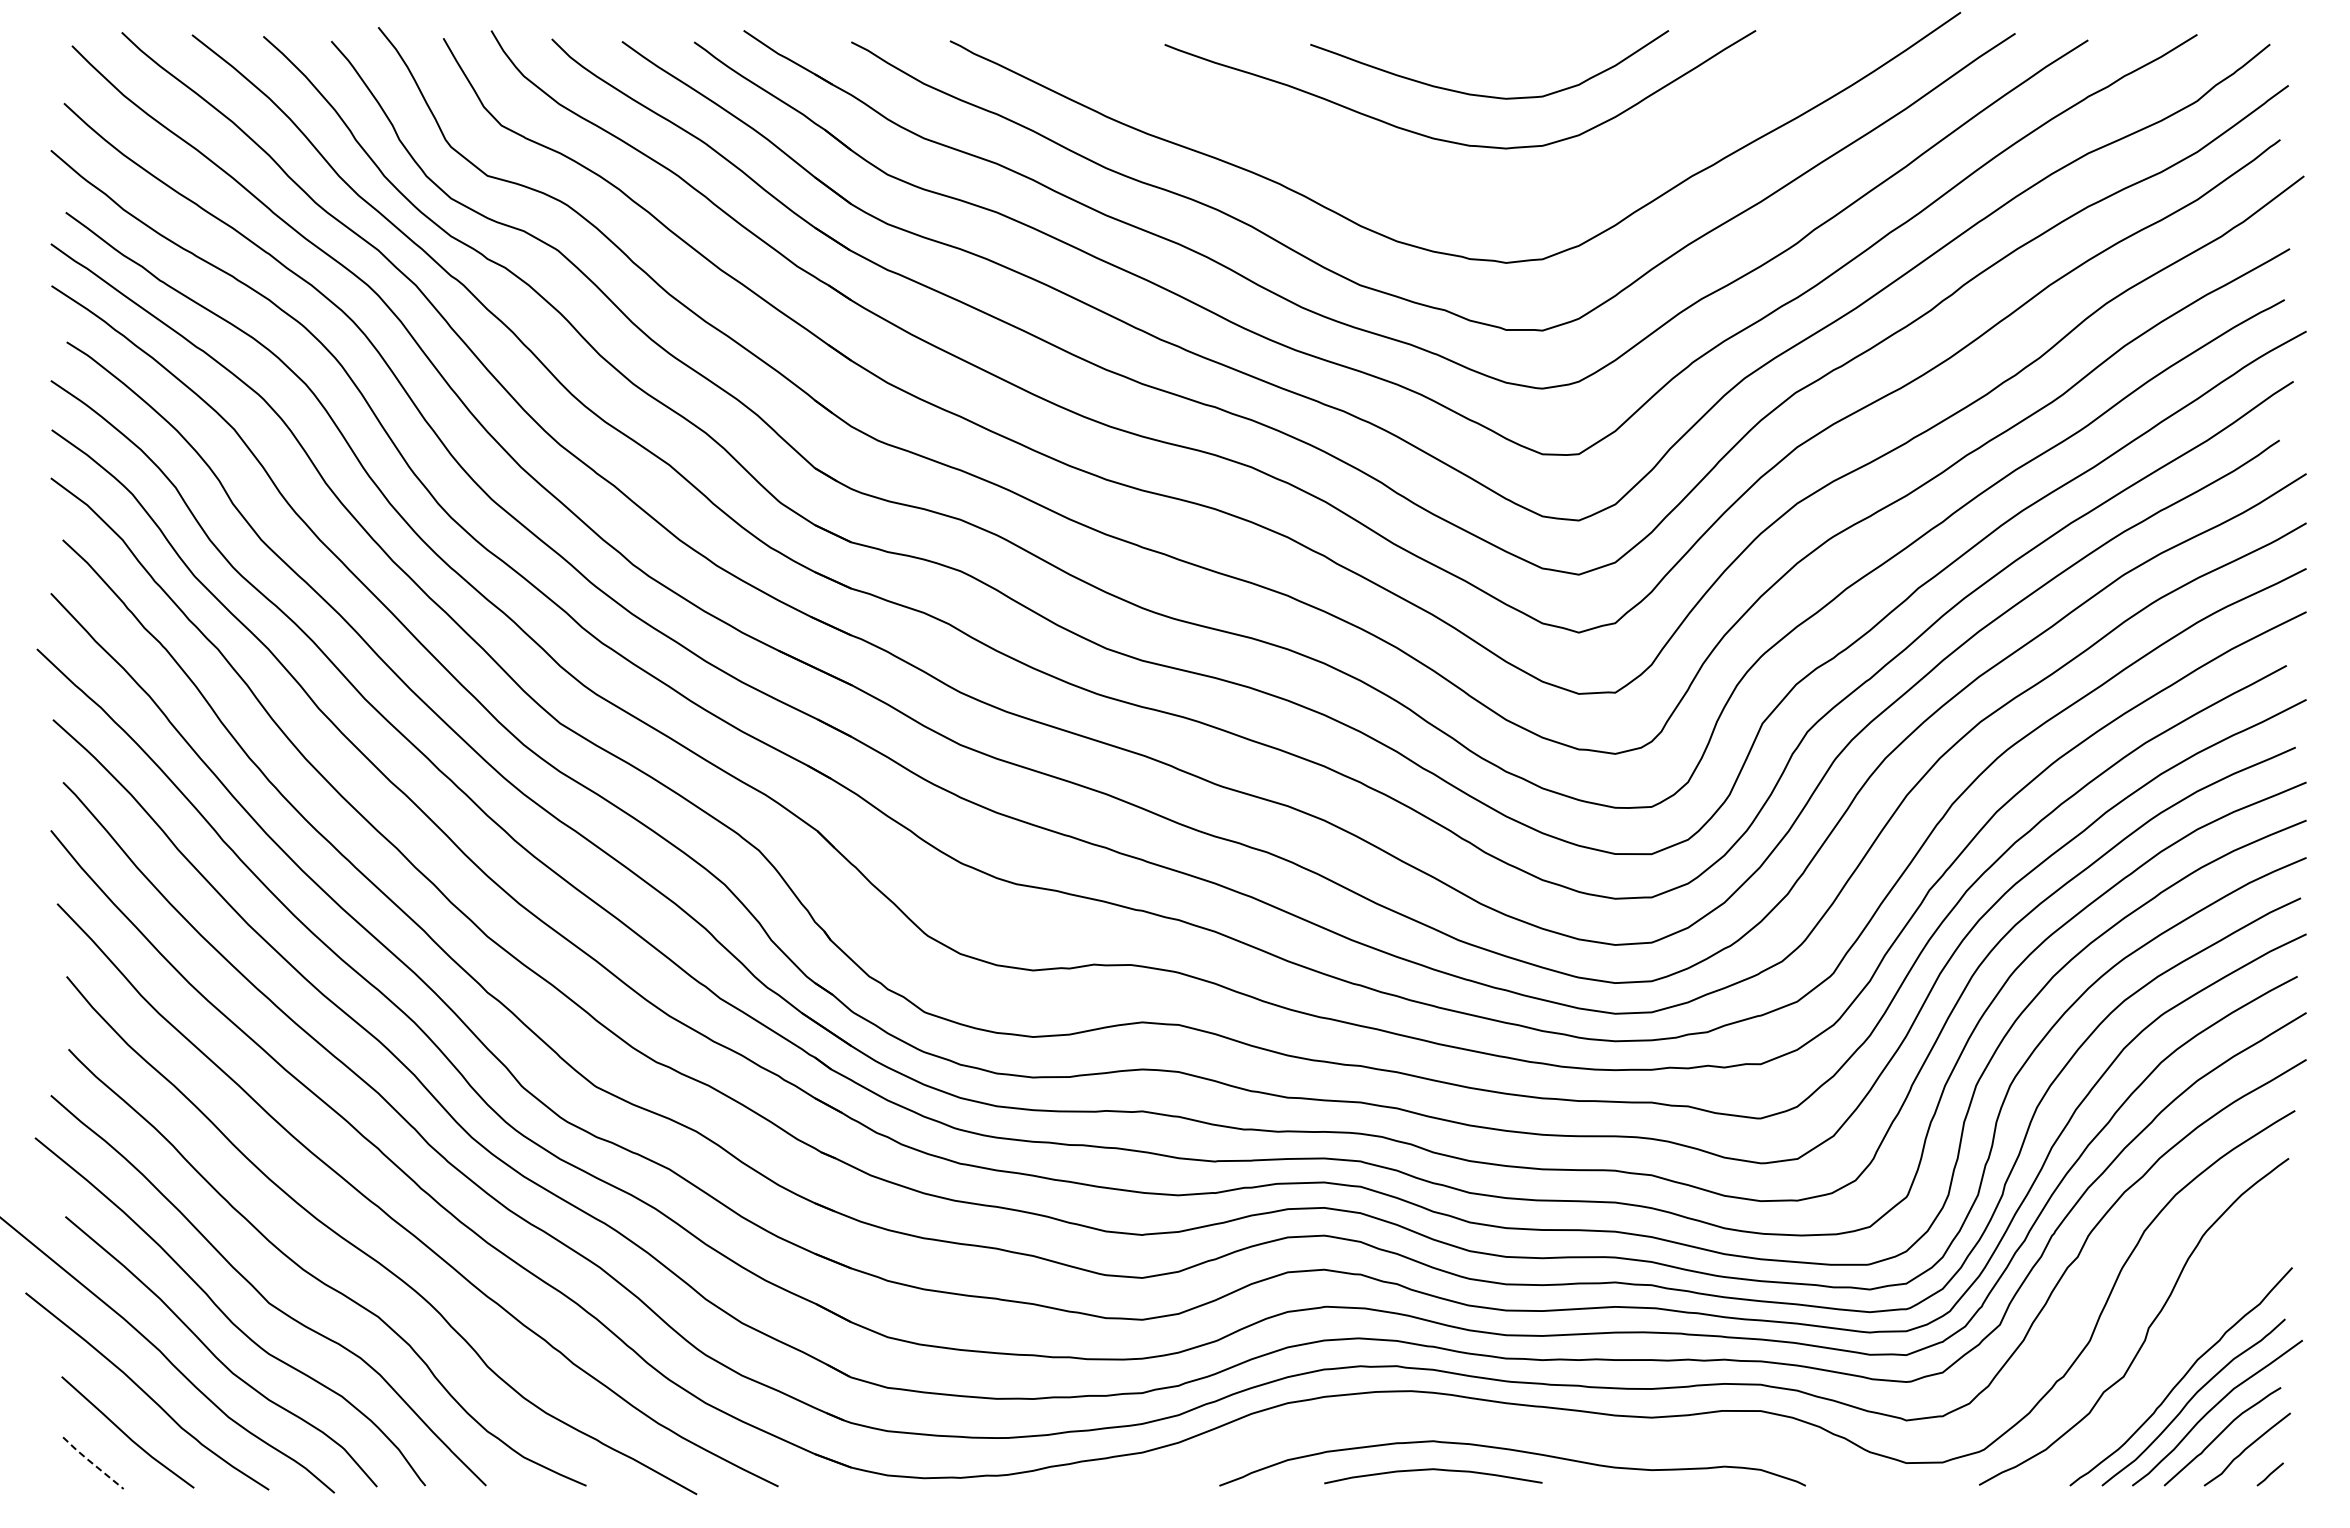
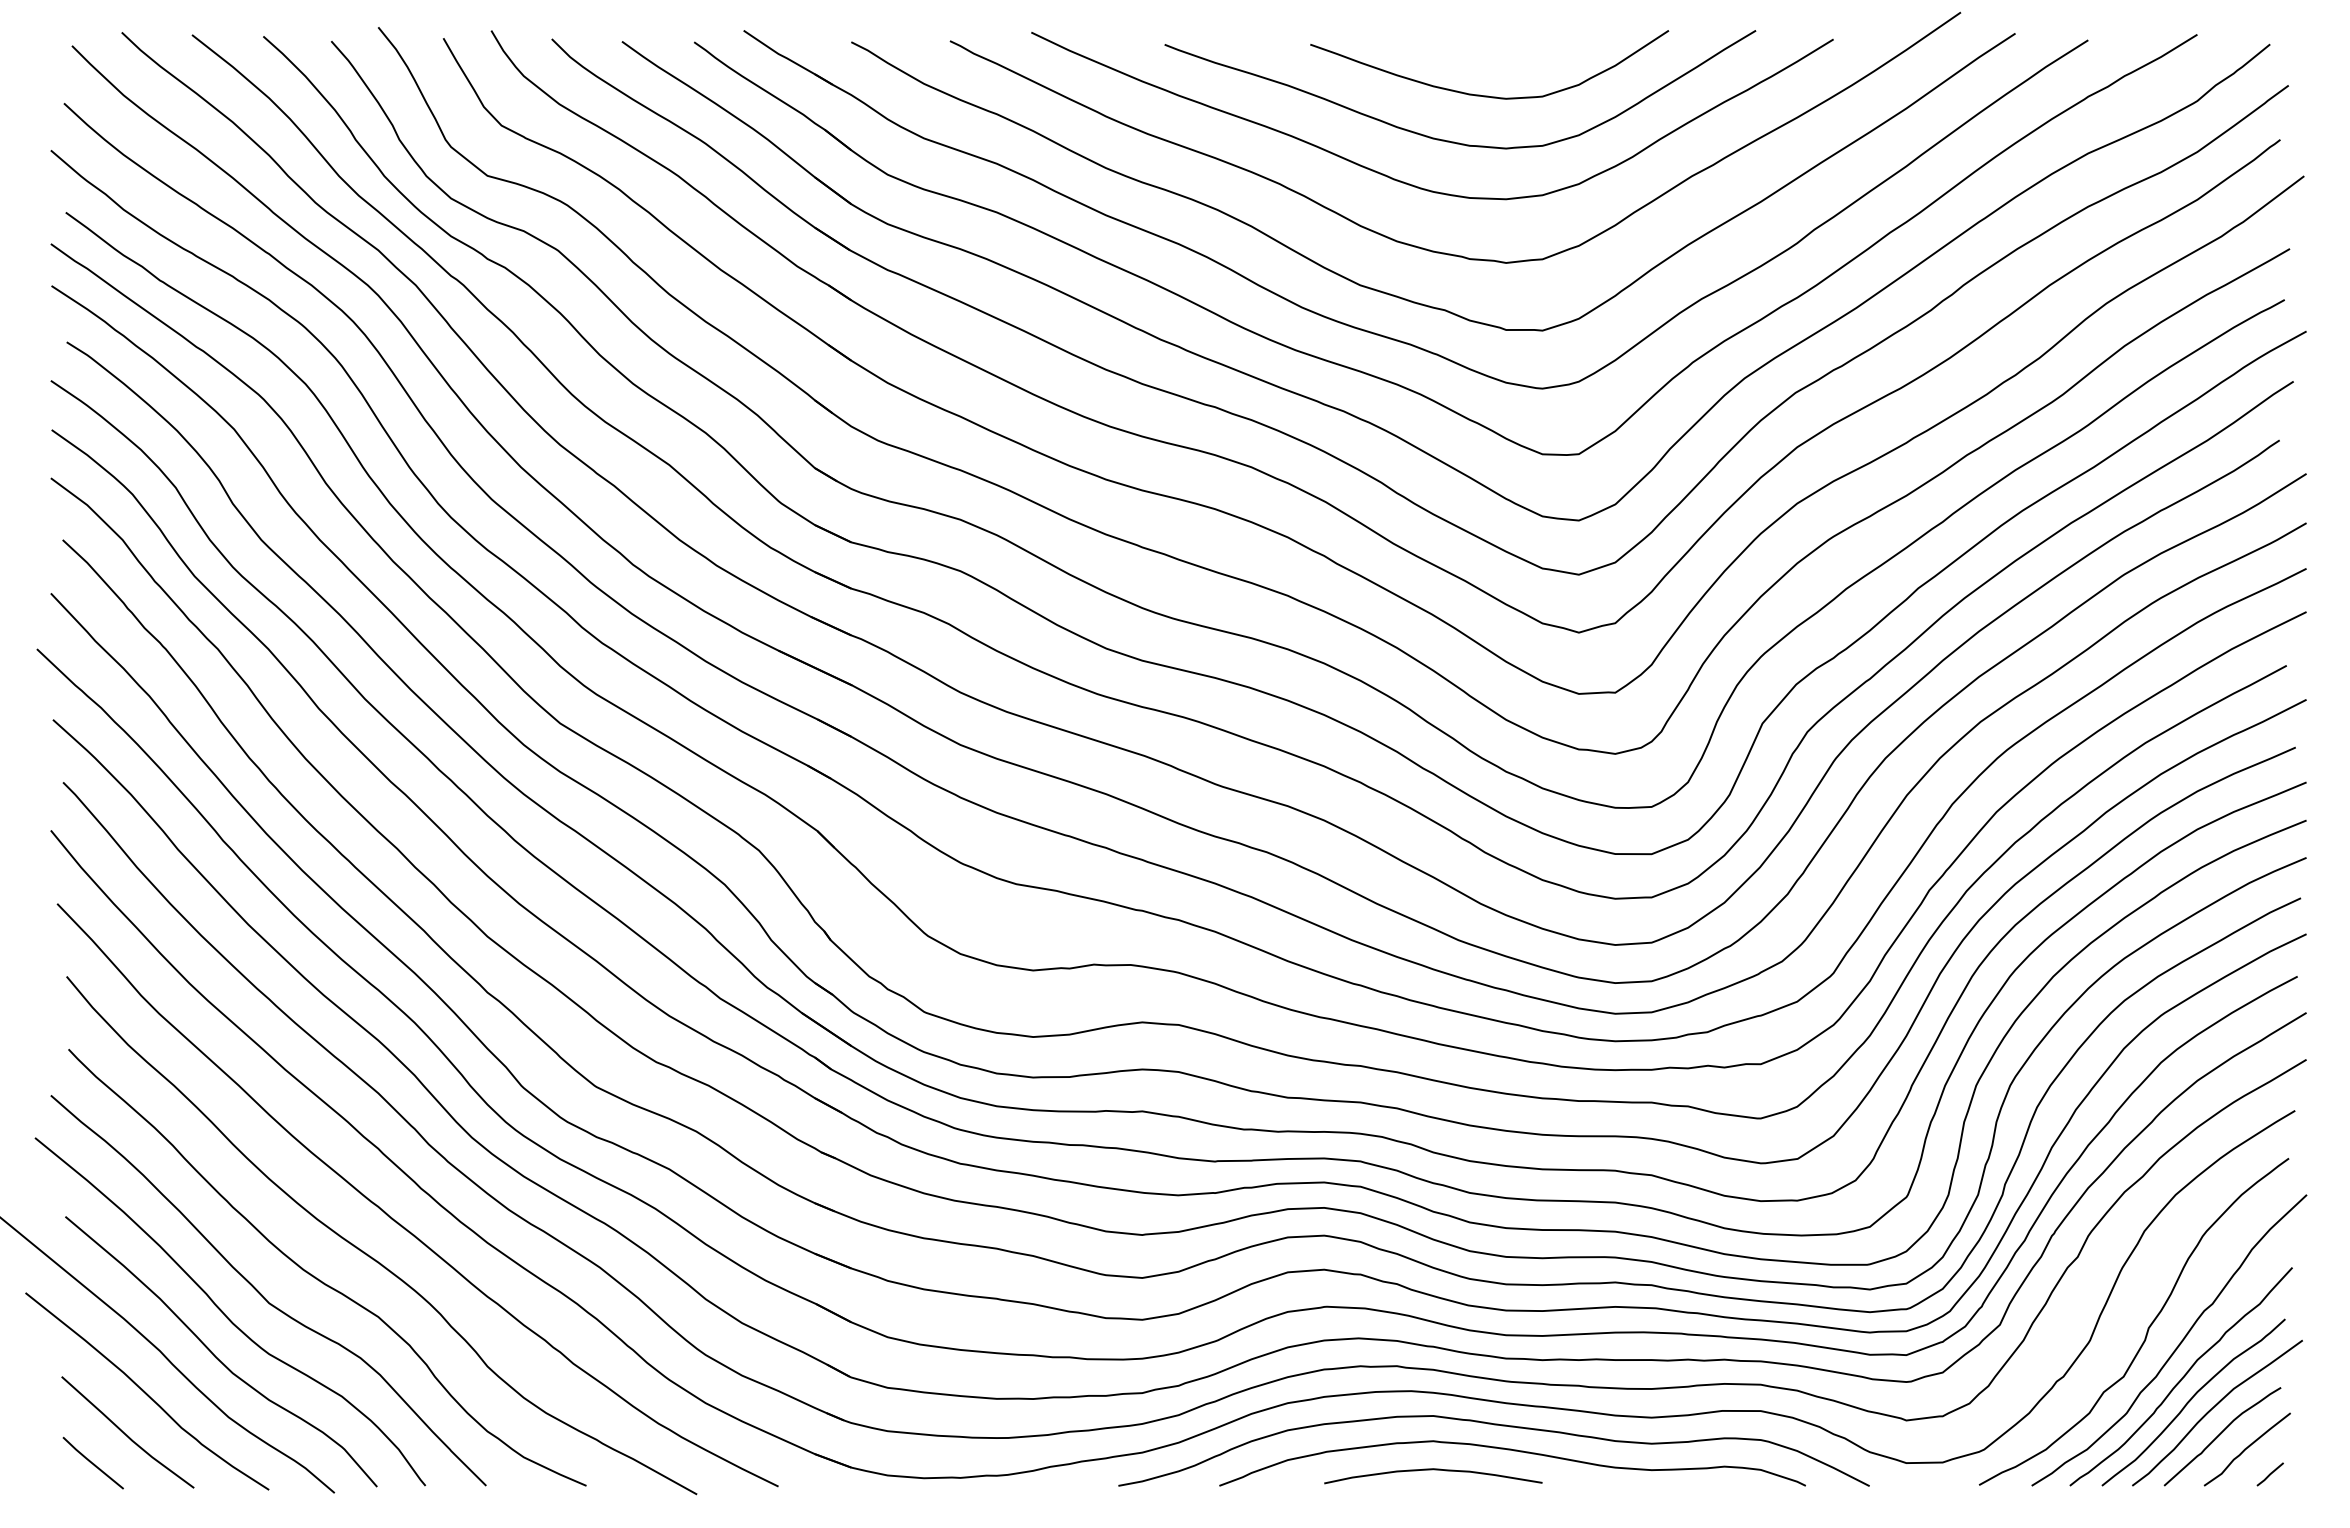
curve at (1409, 183): none -> present
curve at (2177, 1345): none -> present
curve at (1494, 1425): none -> present
line at (92, 1463): dashed -> solid
